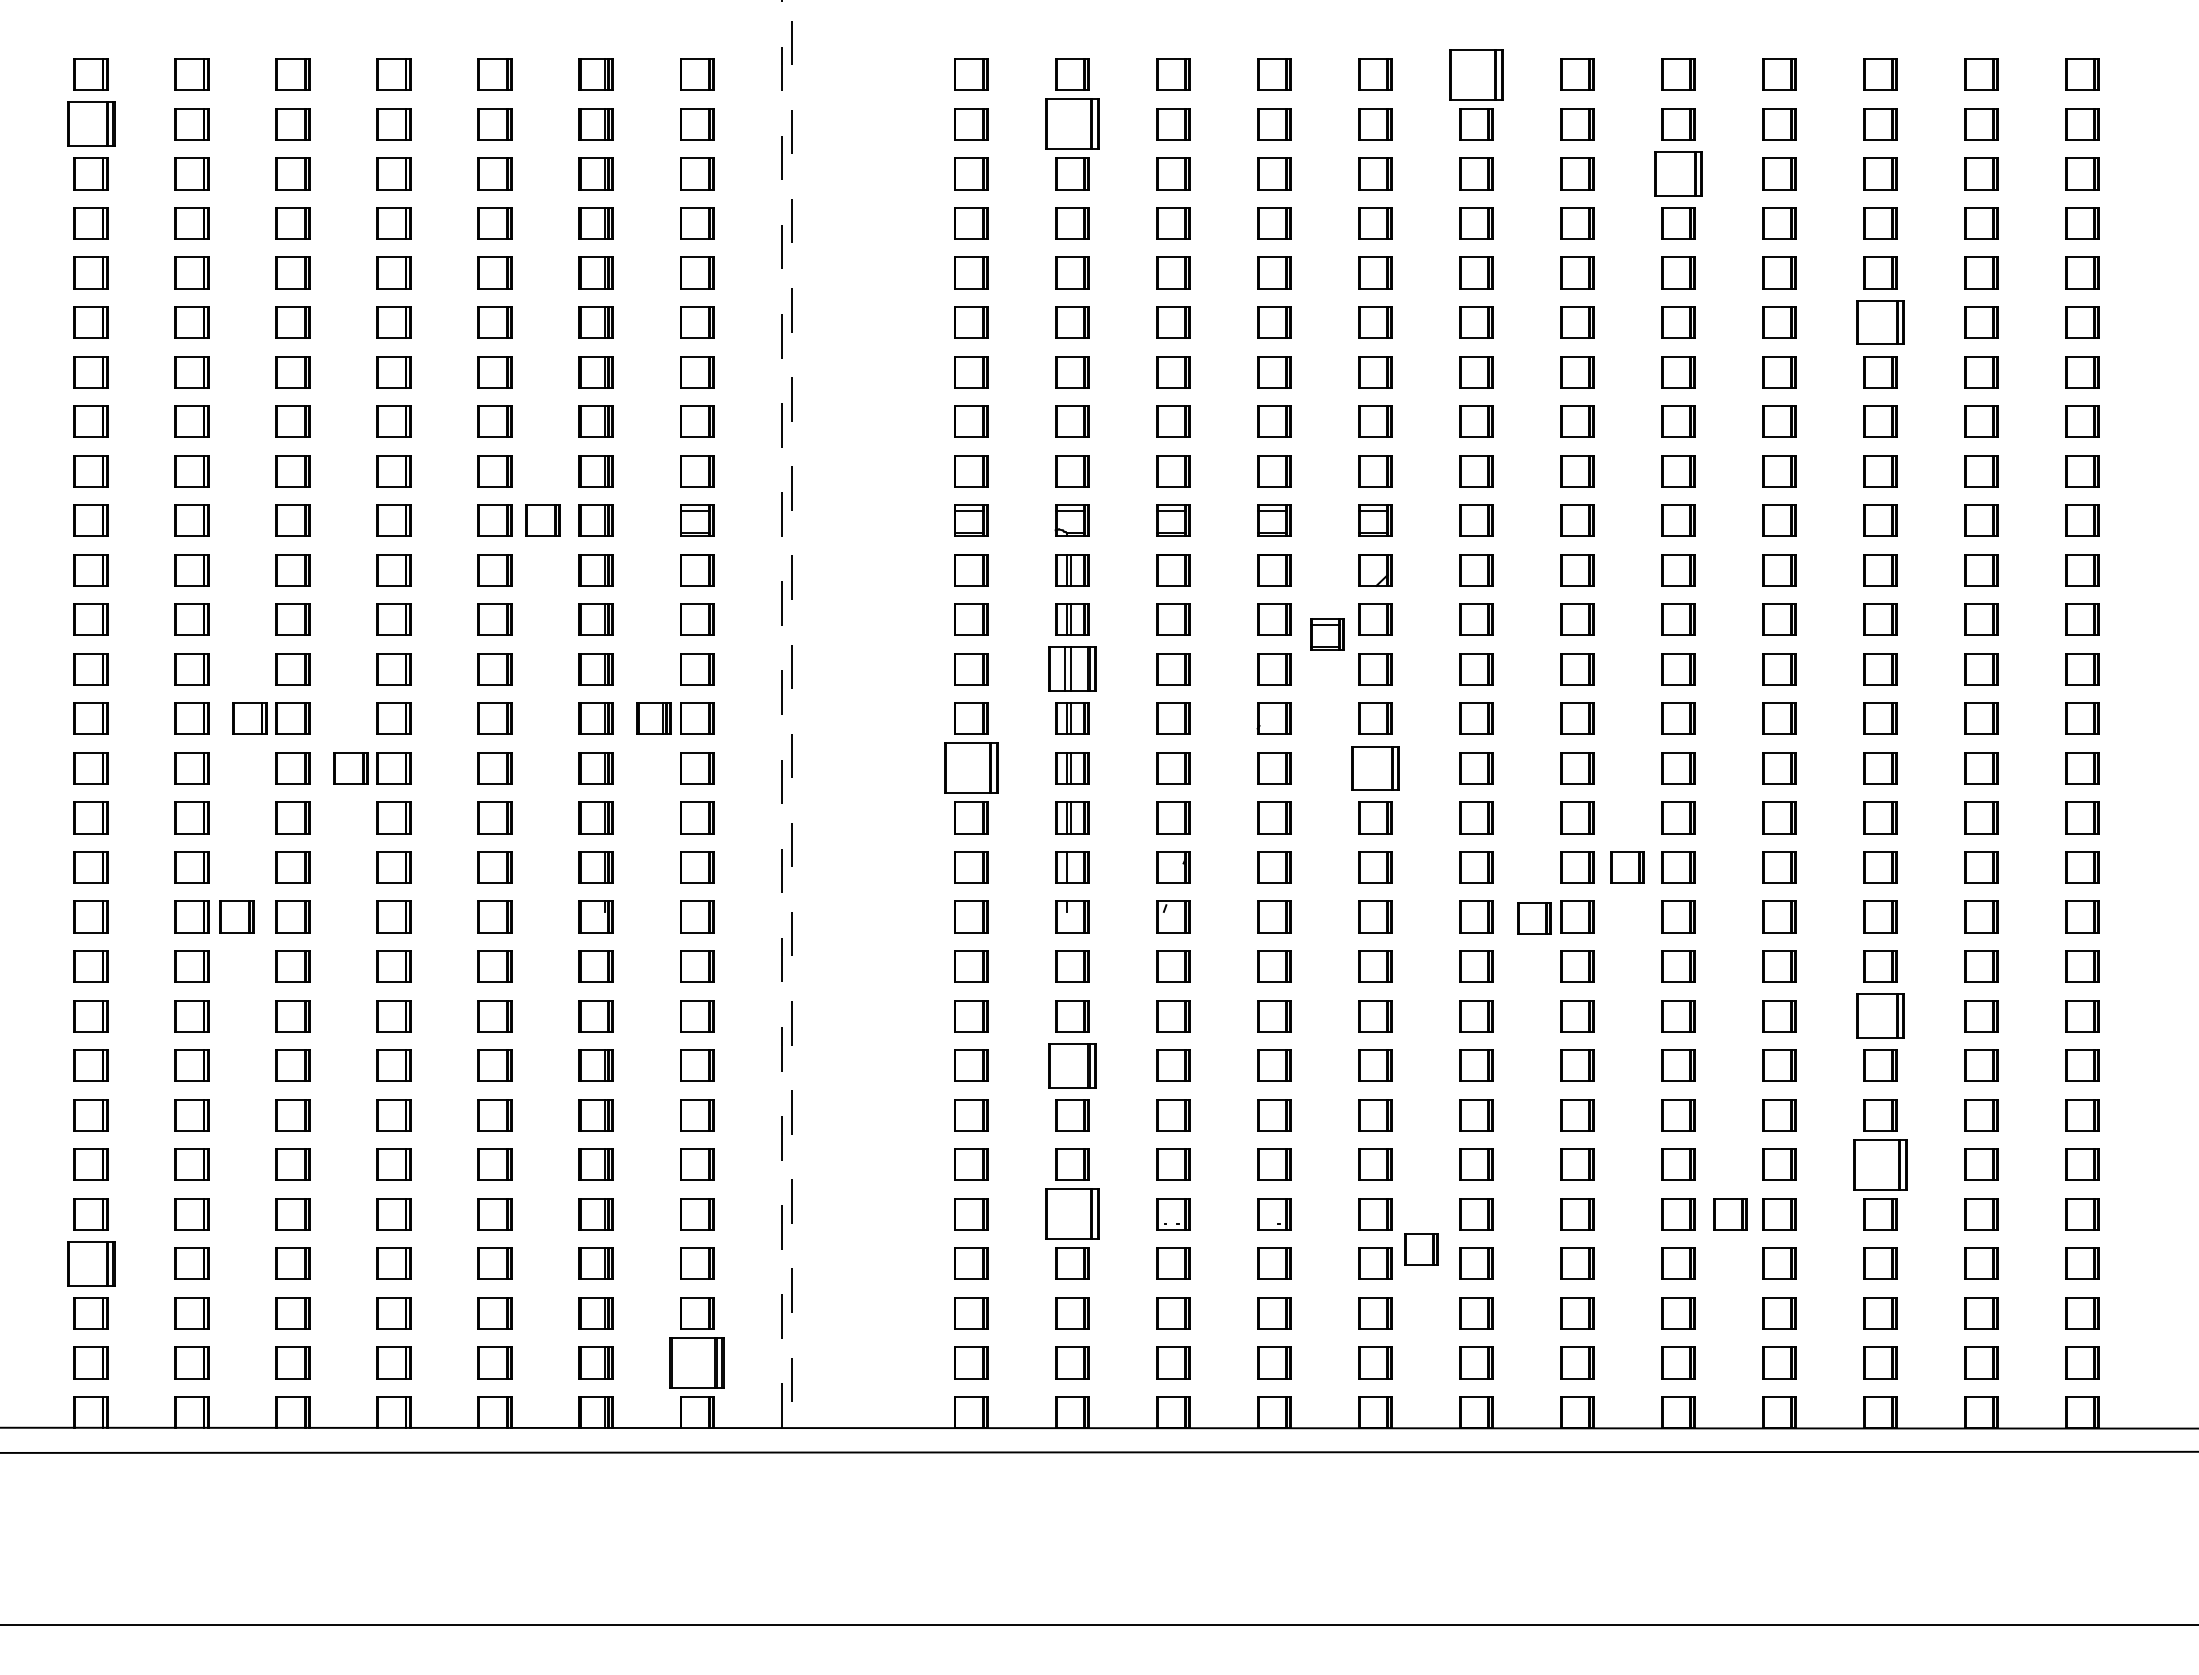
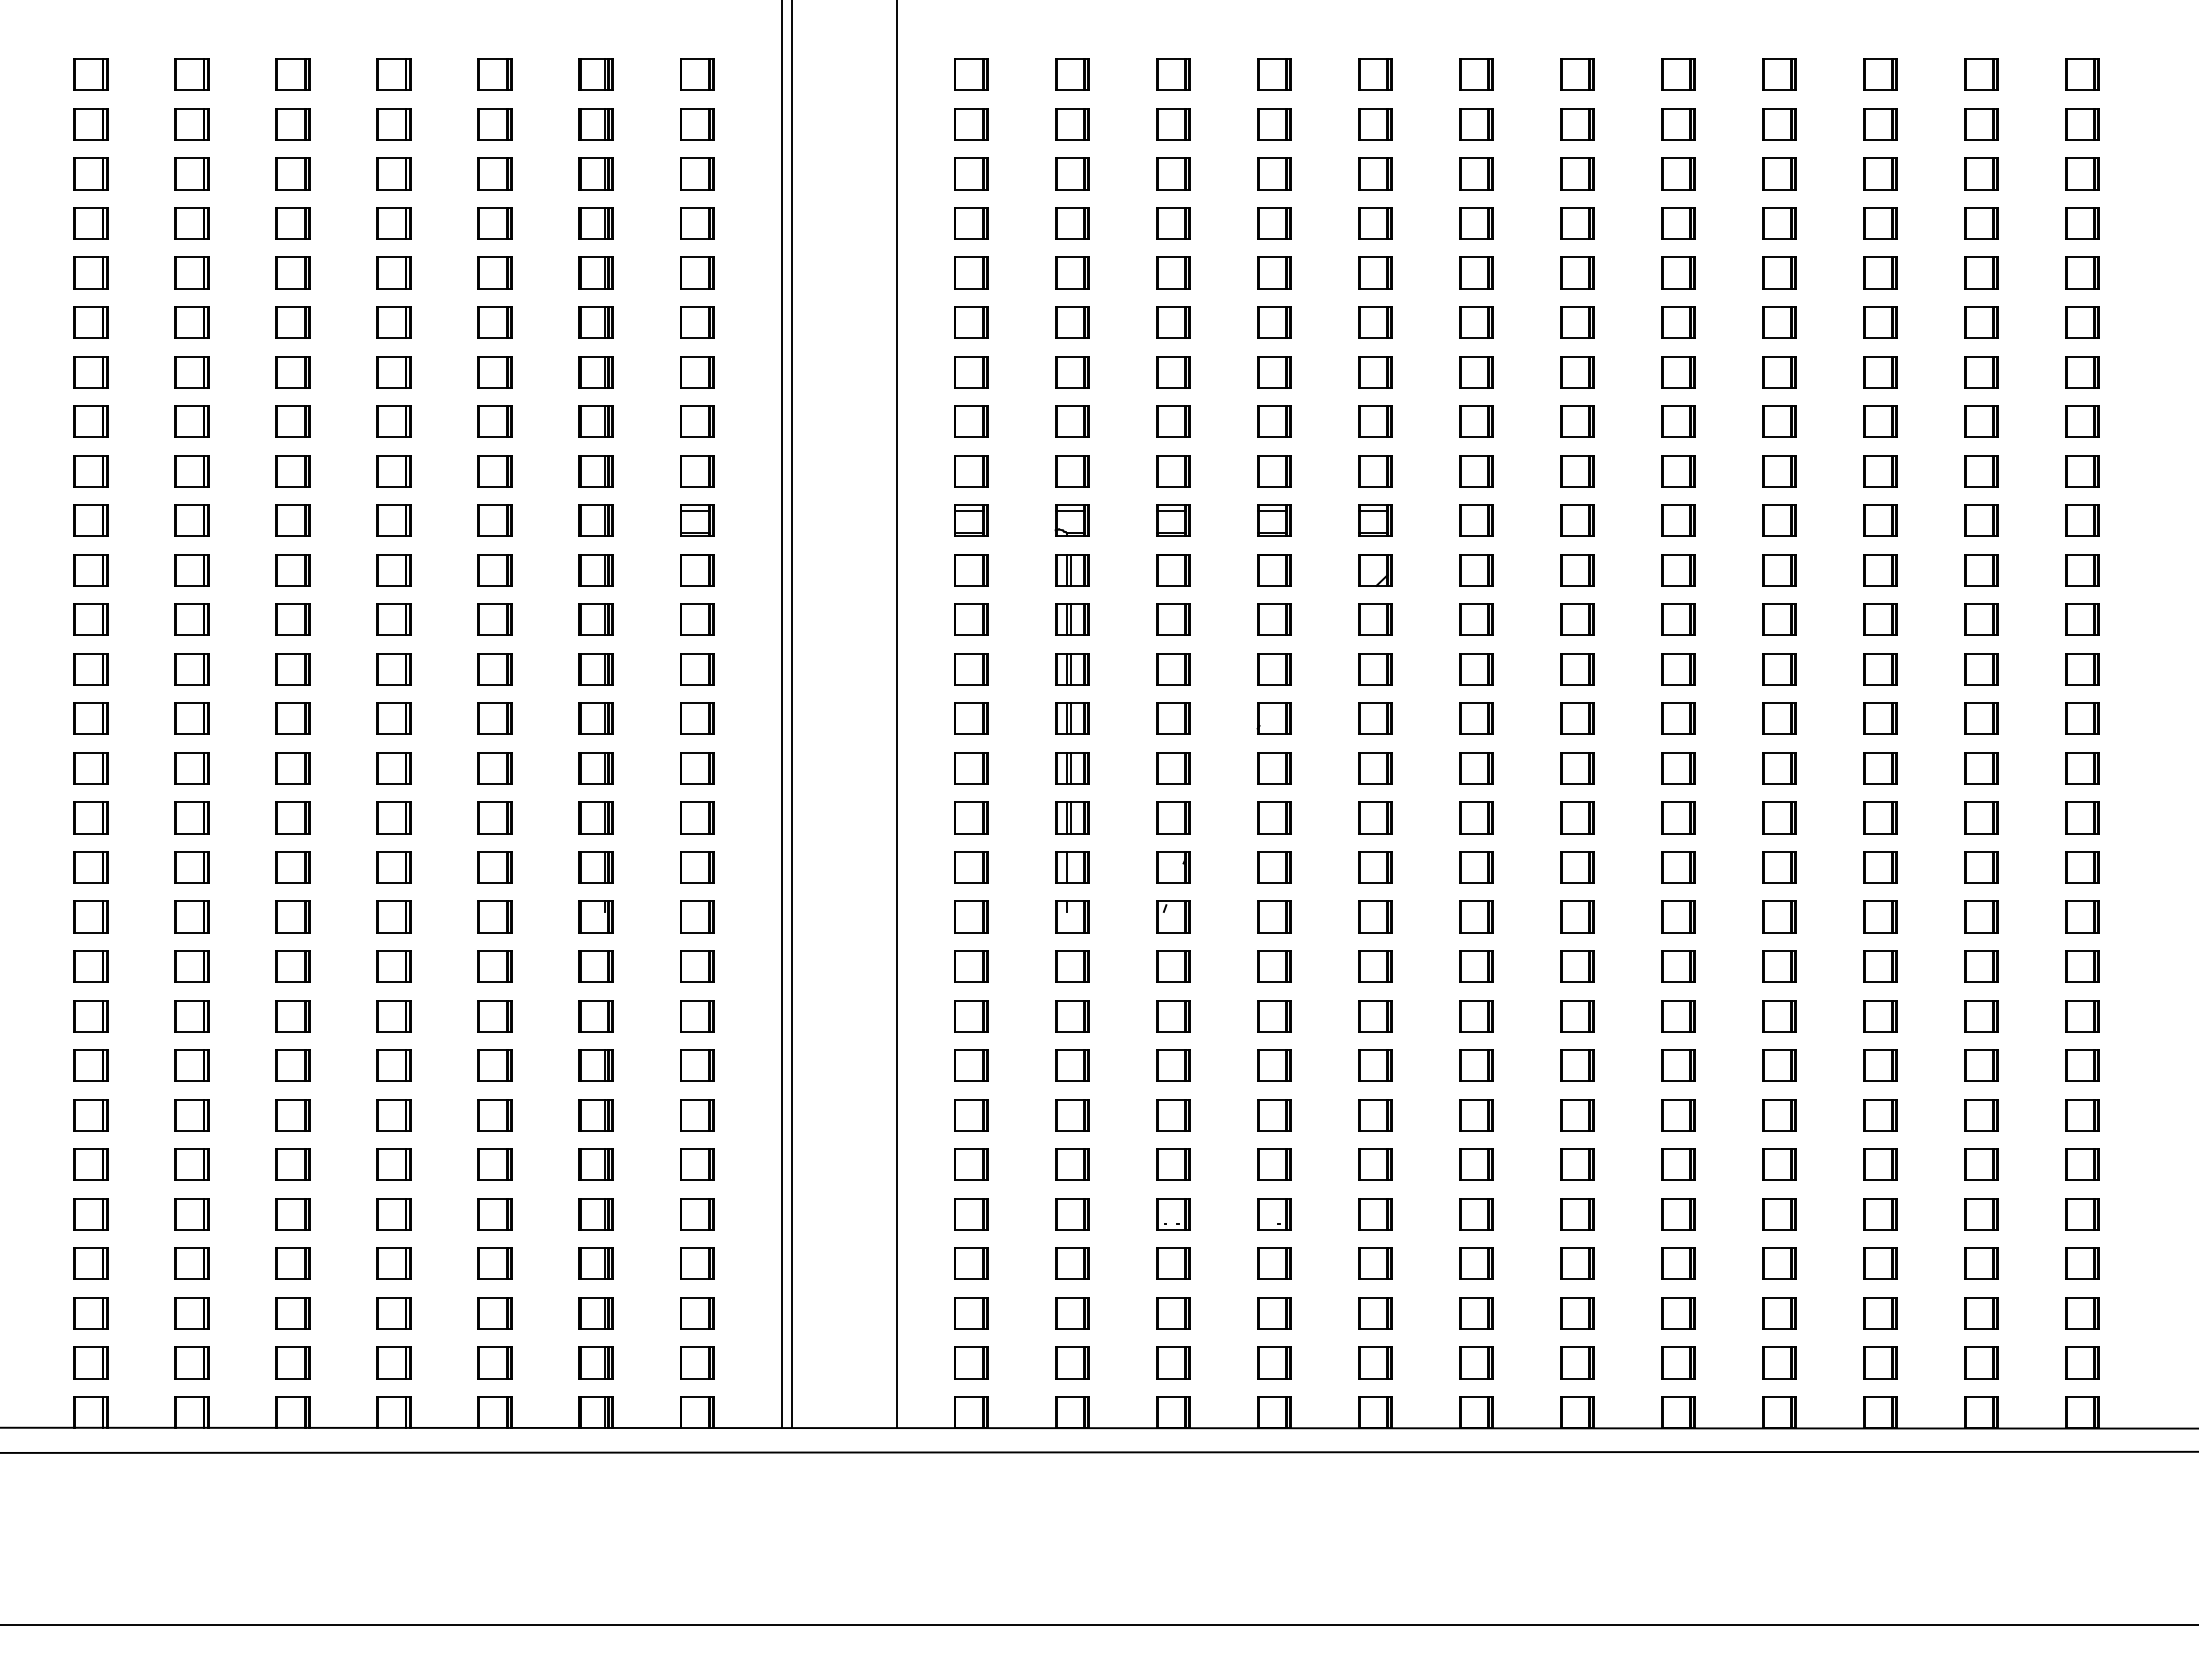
part at (1476, 74) size: 55x52 px -> 35x33 px
part at (91, 123) size: 49x46 px -> 36x33 px
part at (1072, 123) size: 55x52 px -> 35x33 px
part at (1678, 173) size: 49x46 px -> 35x34 px
part at (1880, 322) size: 49x45 px -> 35x33 px
part at (542, 520): present -> none
part at (1327, 634): present -> none
part at (1072, 668) size: 49x46 px -> 35x33 px
line at (781, 714): dashed -> solid
line at (792, 714): dashed -> solid
line at (897, 715): none -> present
part at (249, 718): present -> none
part at (653, 718): present -> none
part at (971, 767) size: 55x52 px -> 35x33 px
part at (350, 768): present -> none
part at (1375, 768) size: 49x45 px -> 35x33 px
part at (1627, 867): present -> none
part at (236, 916): present -> none
part at (1534, 918): present -> none
part at (1880, 1015) size: 49x46 px -> 35x33 px
part at (1072, 1065) size: 49x46 px -> 35x33 px
part at (1880, 1164) size: 55x52 px -> 35x33 px
part at (1072, 1213) size: 55x52 px -> 35x33 px
part at (1730, 1214): present -> none
part at (1421, 1249): present -> none
part at (91, 1263) size: 49x46 px -> 36x33 px
part at (696, 1362) size: 56x52 px -> 35x34 px
